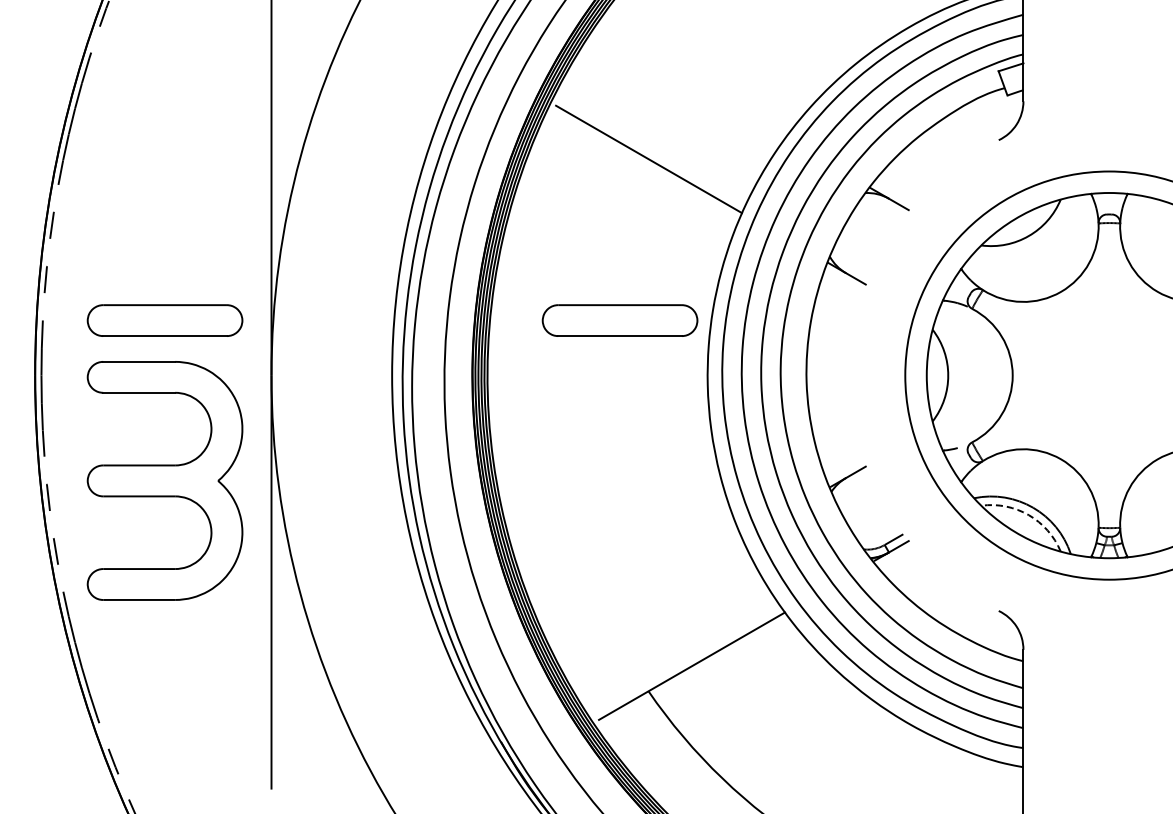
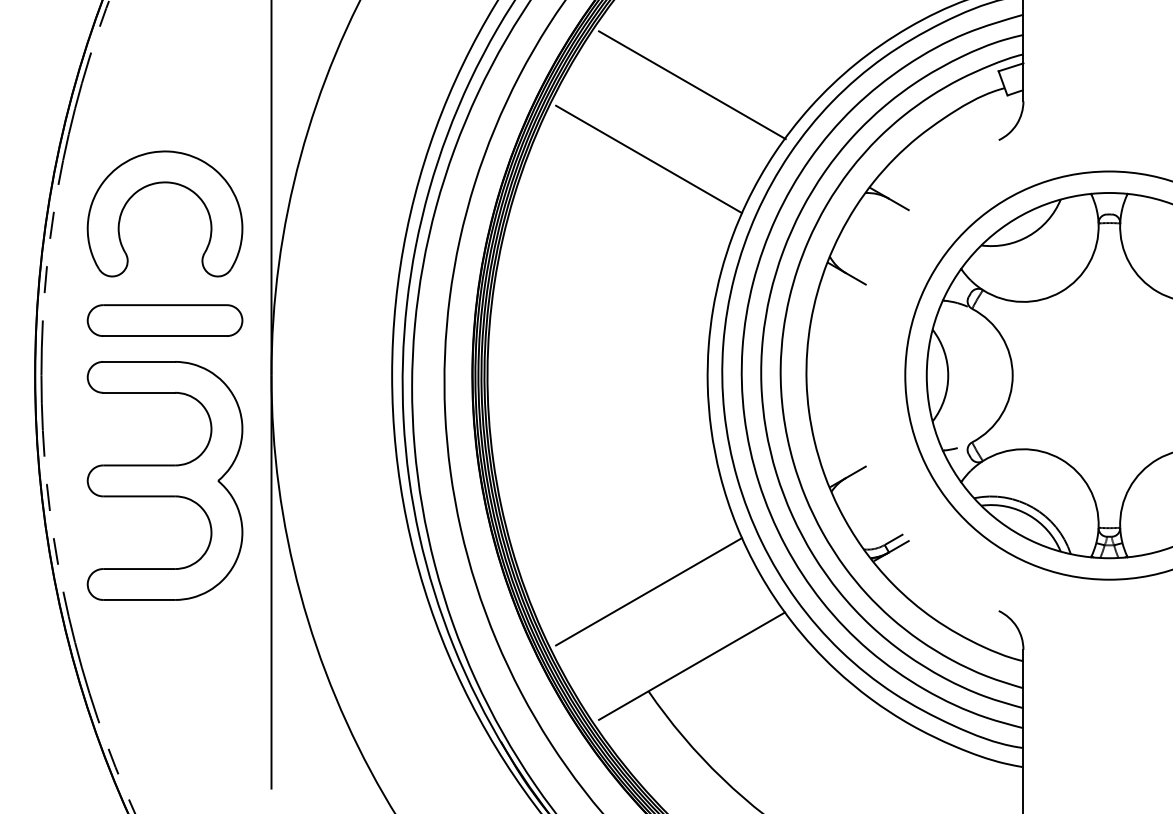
line at (692, 85): none -> present
part at (164, 183): none -> present
part at (619, 320): present -> none
arc at (1028, 515): dashed -> solid
line at (648, 591): none -> present
